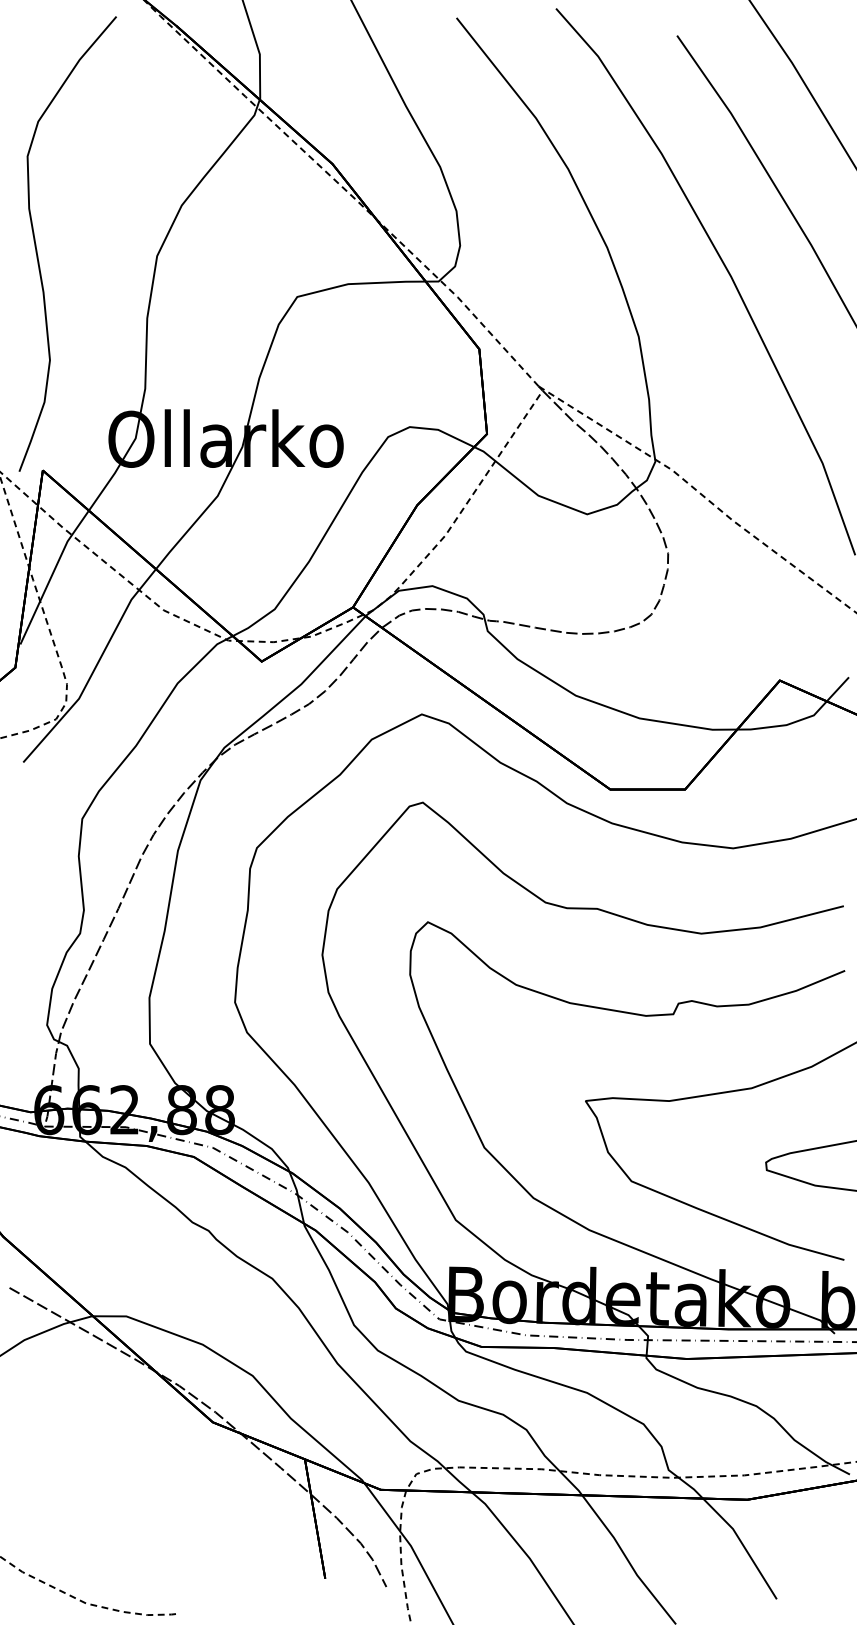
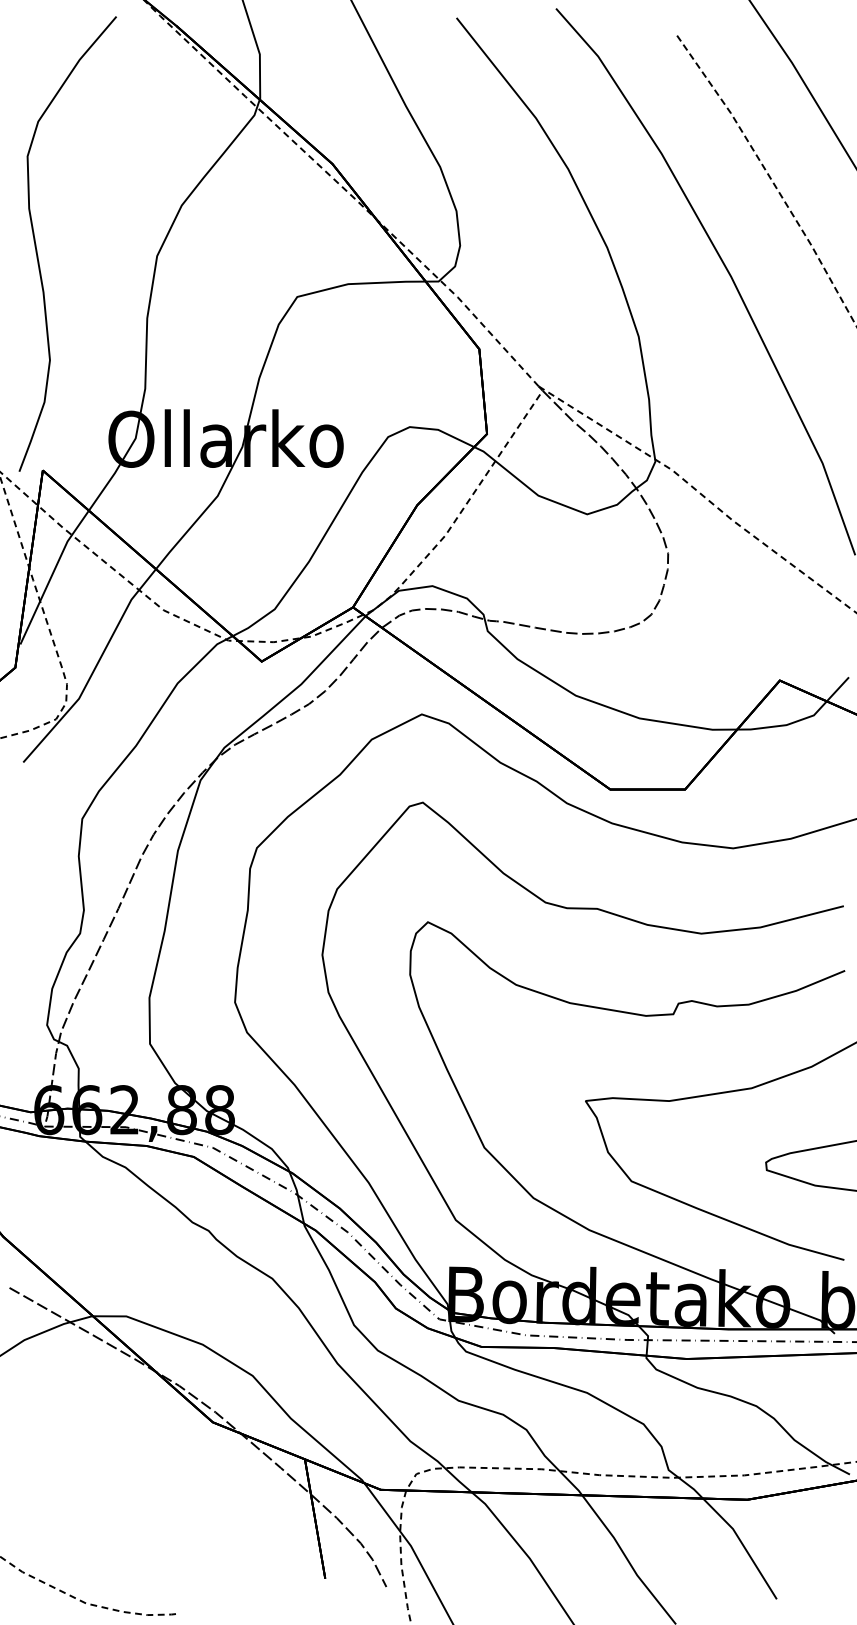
line at (770, 178): solid -> dashed
